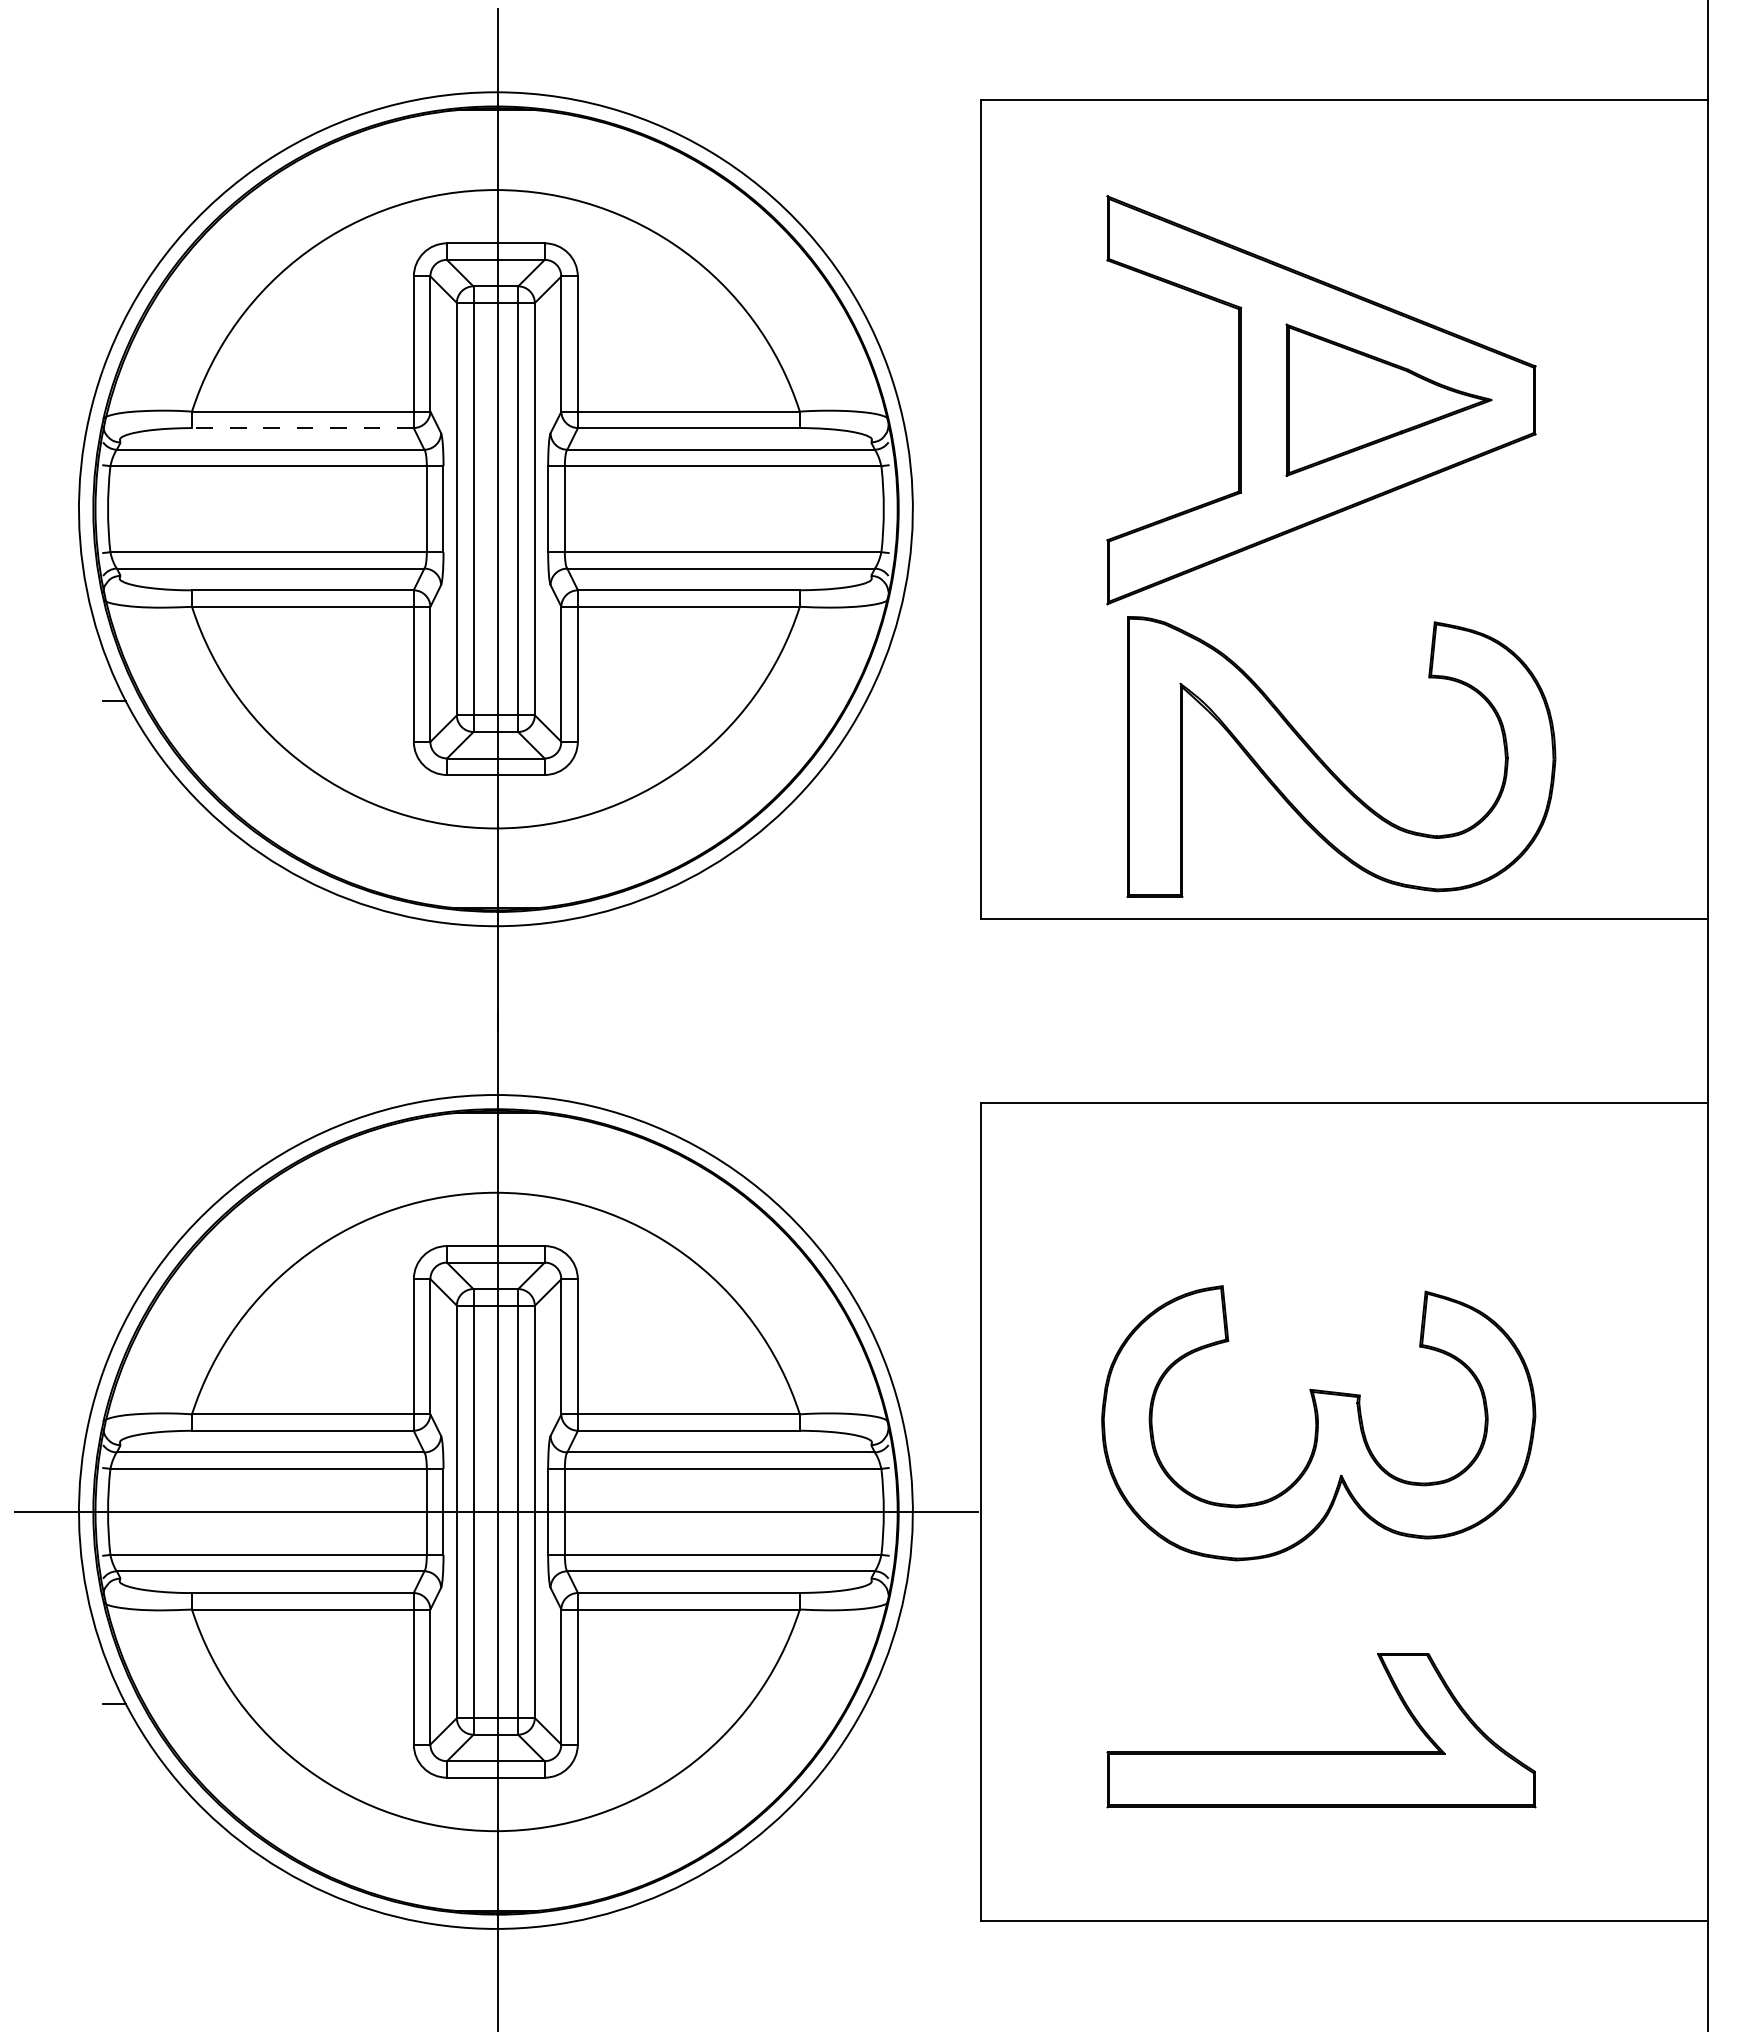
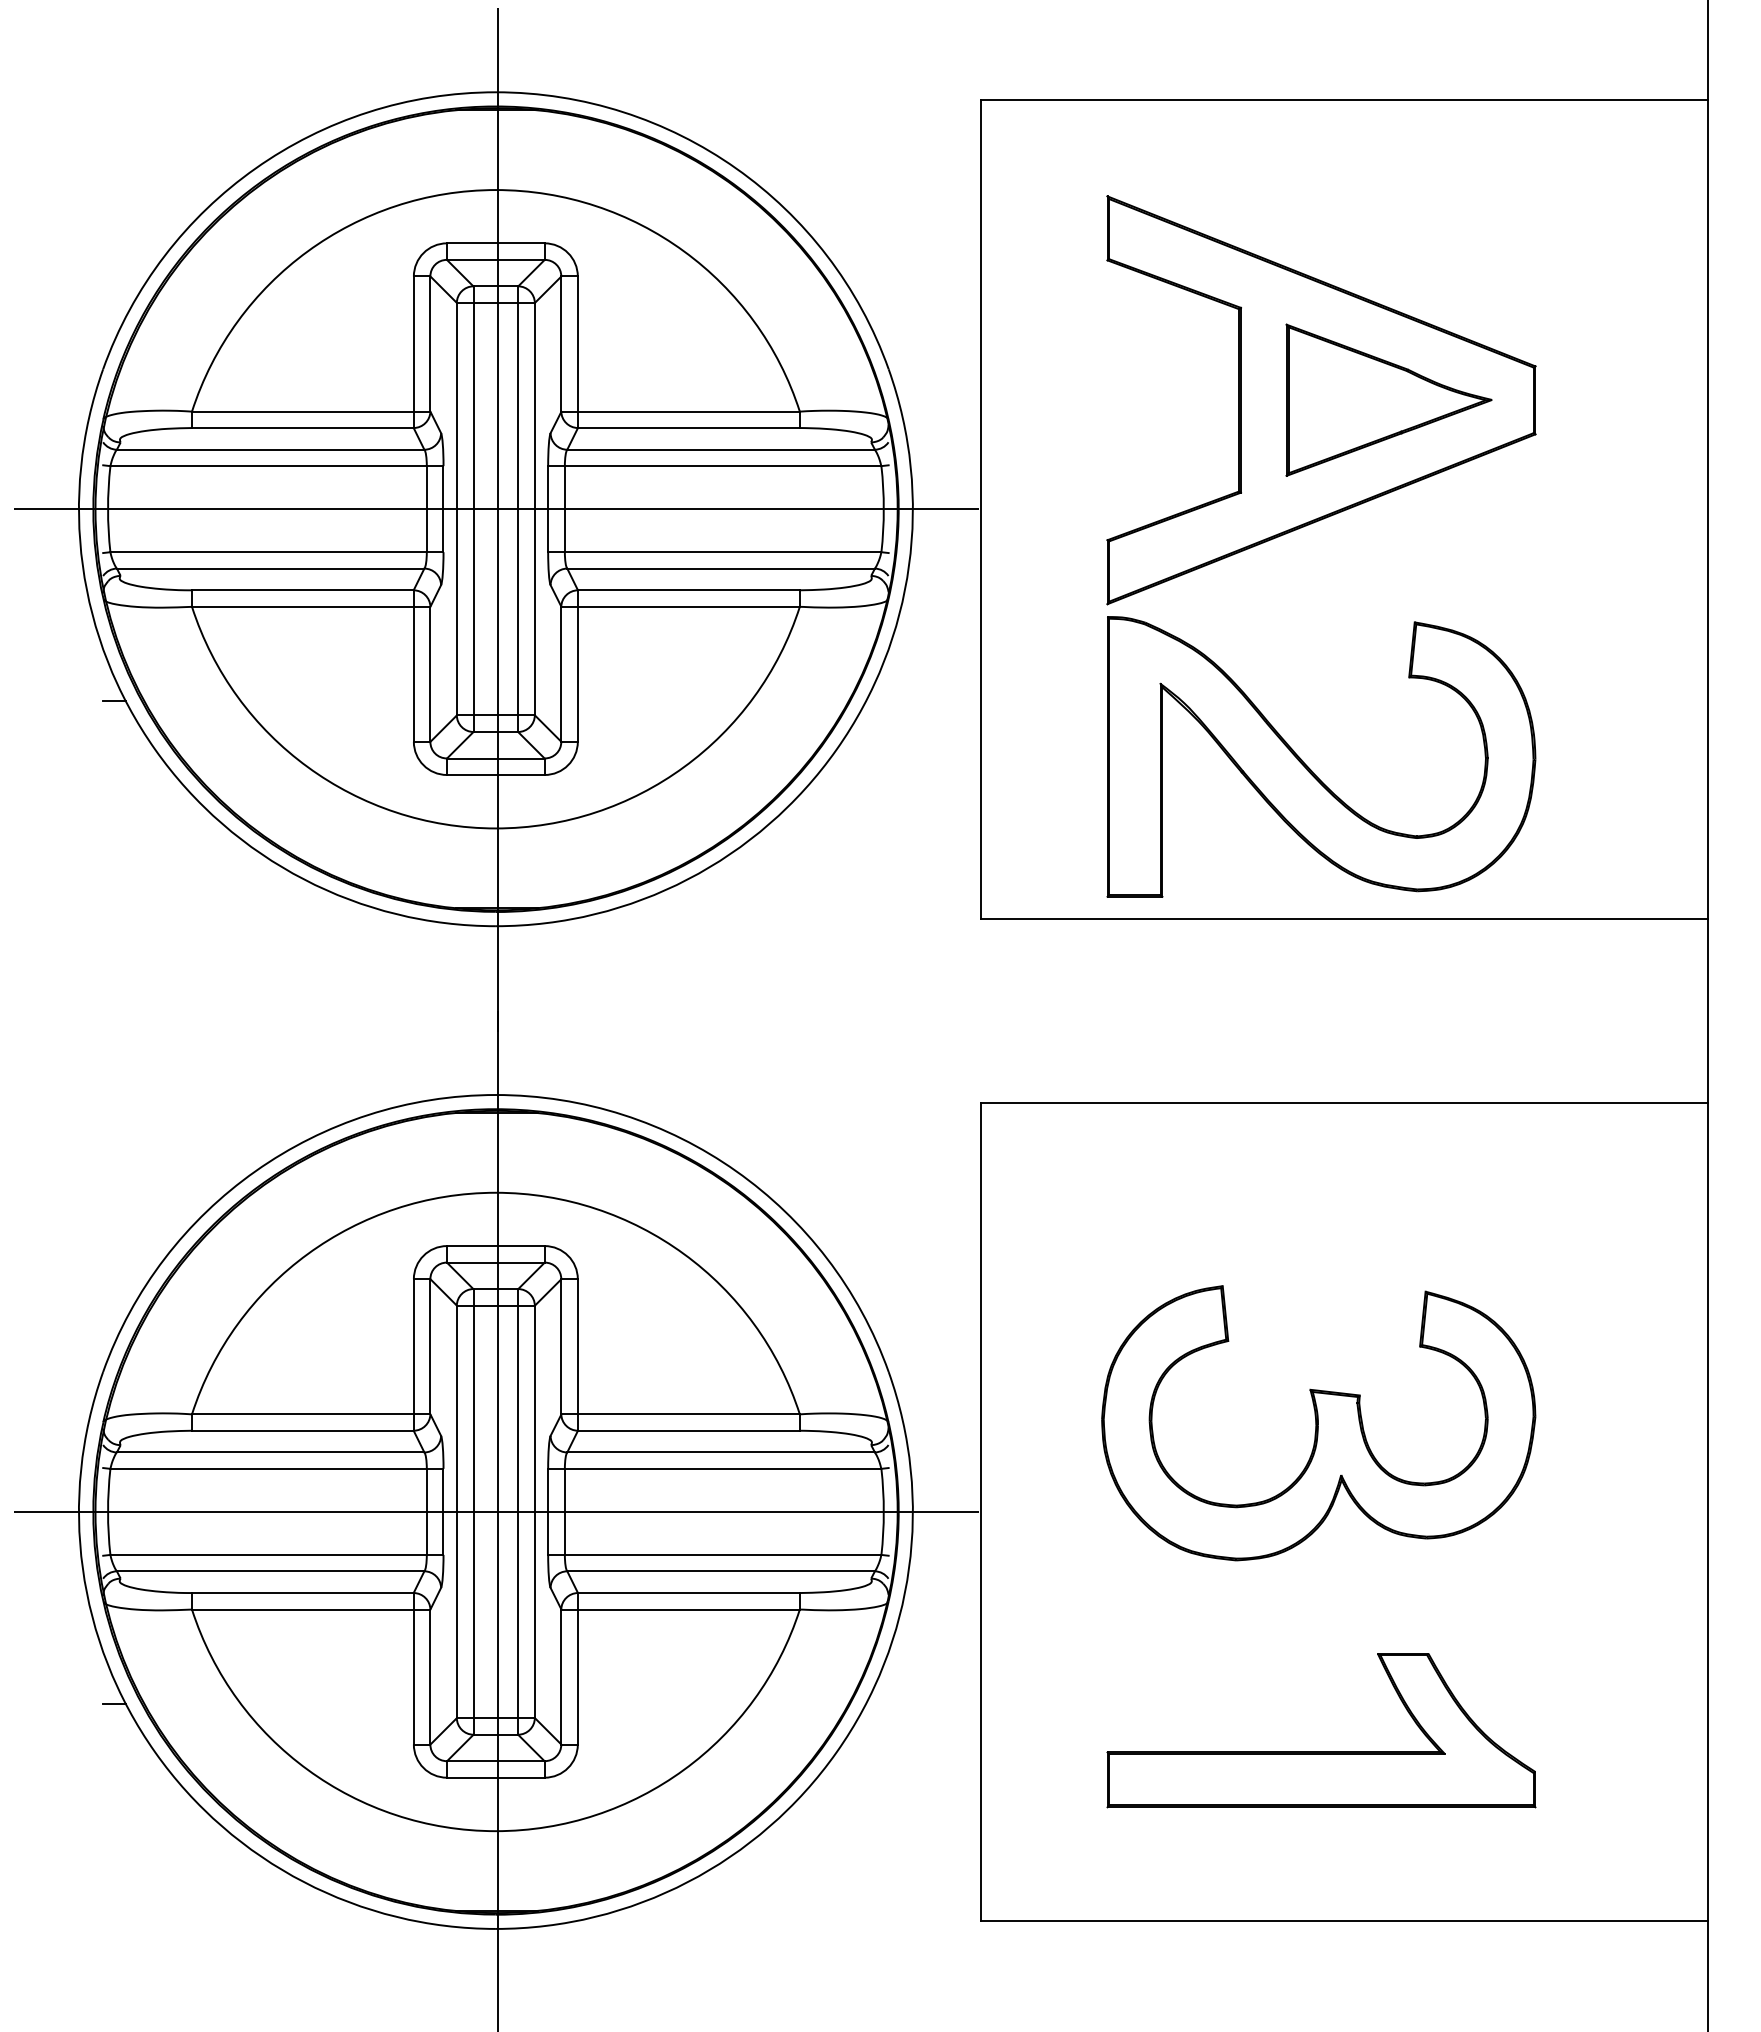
line at (302, 428): dashed -> solid
line at (496, 509): none -> present
part at (1329, 767) position: (1329, 767) -> (1309, 767)
